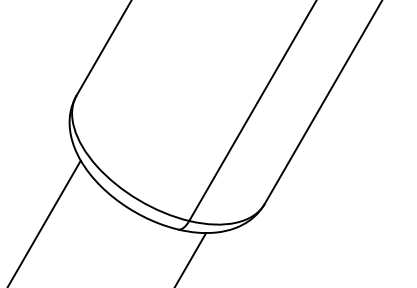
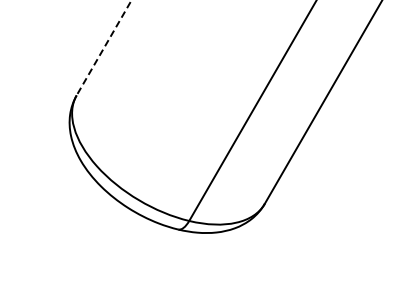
line at (104, 47): solid -> dashed
line at (44, 222): present -> none
line at (191, 258): present -> none
